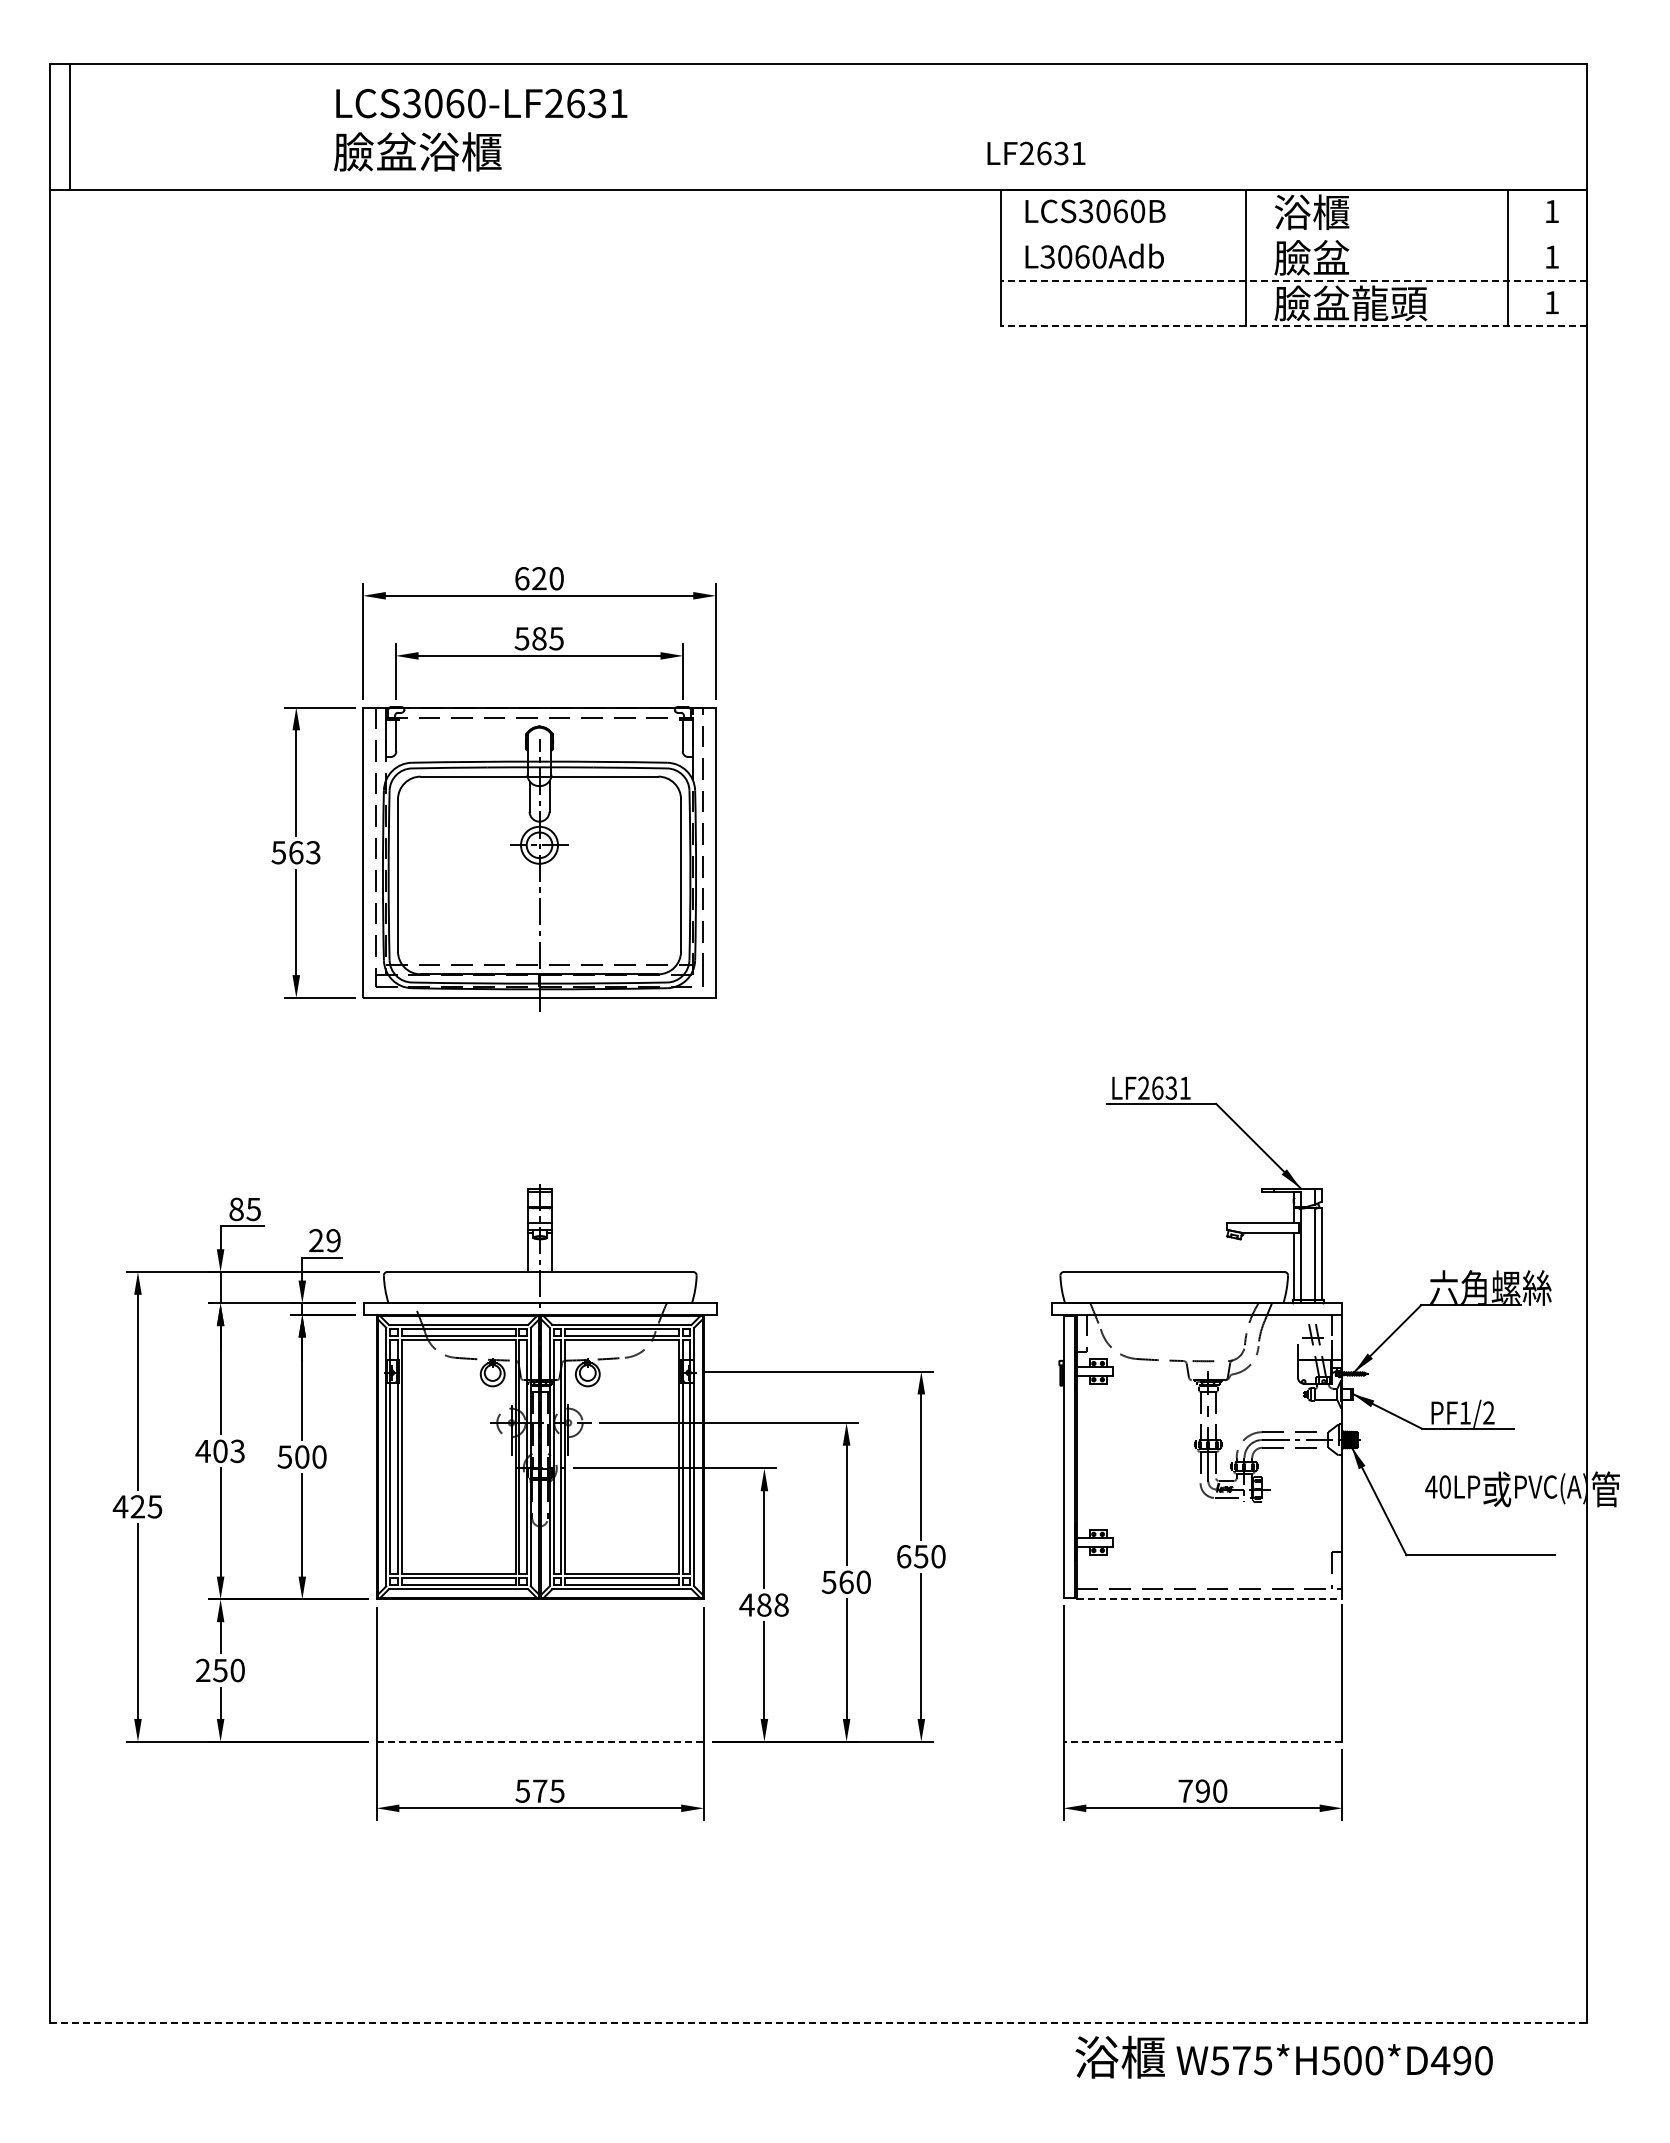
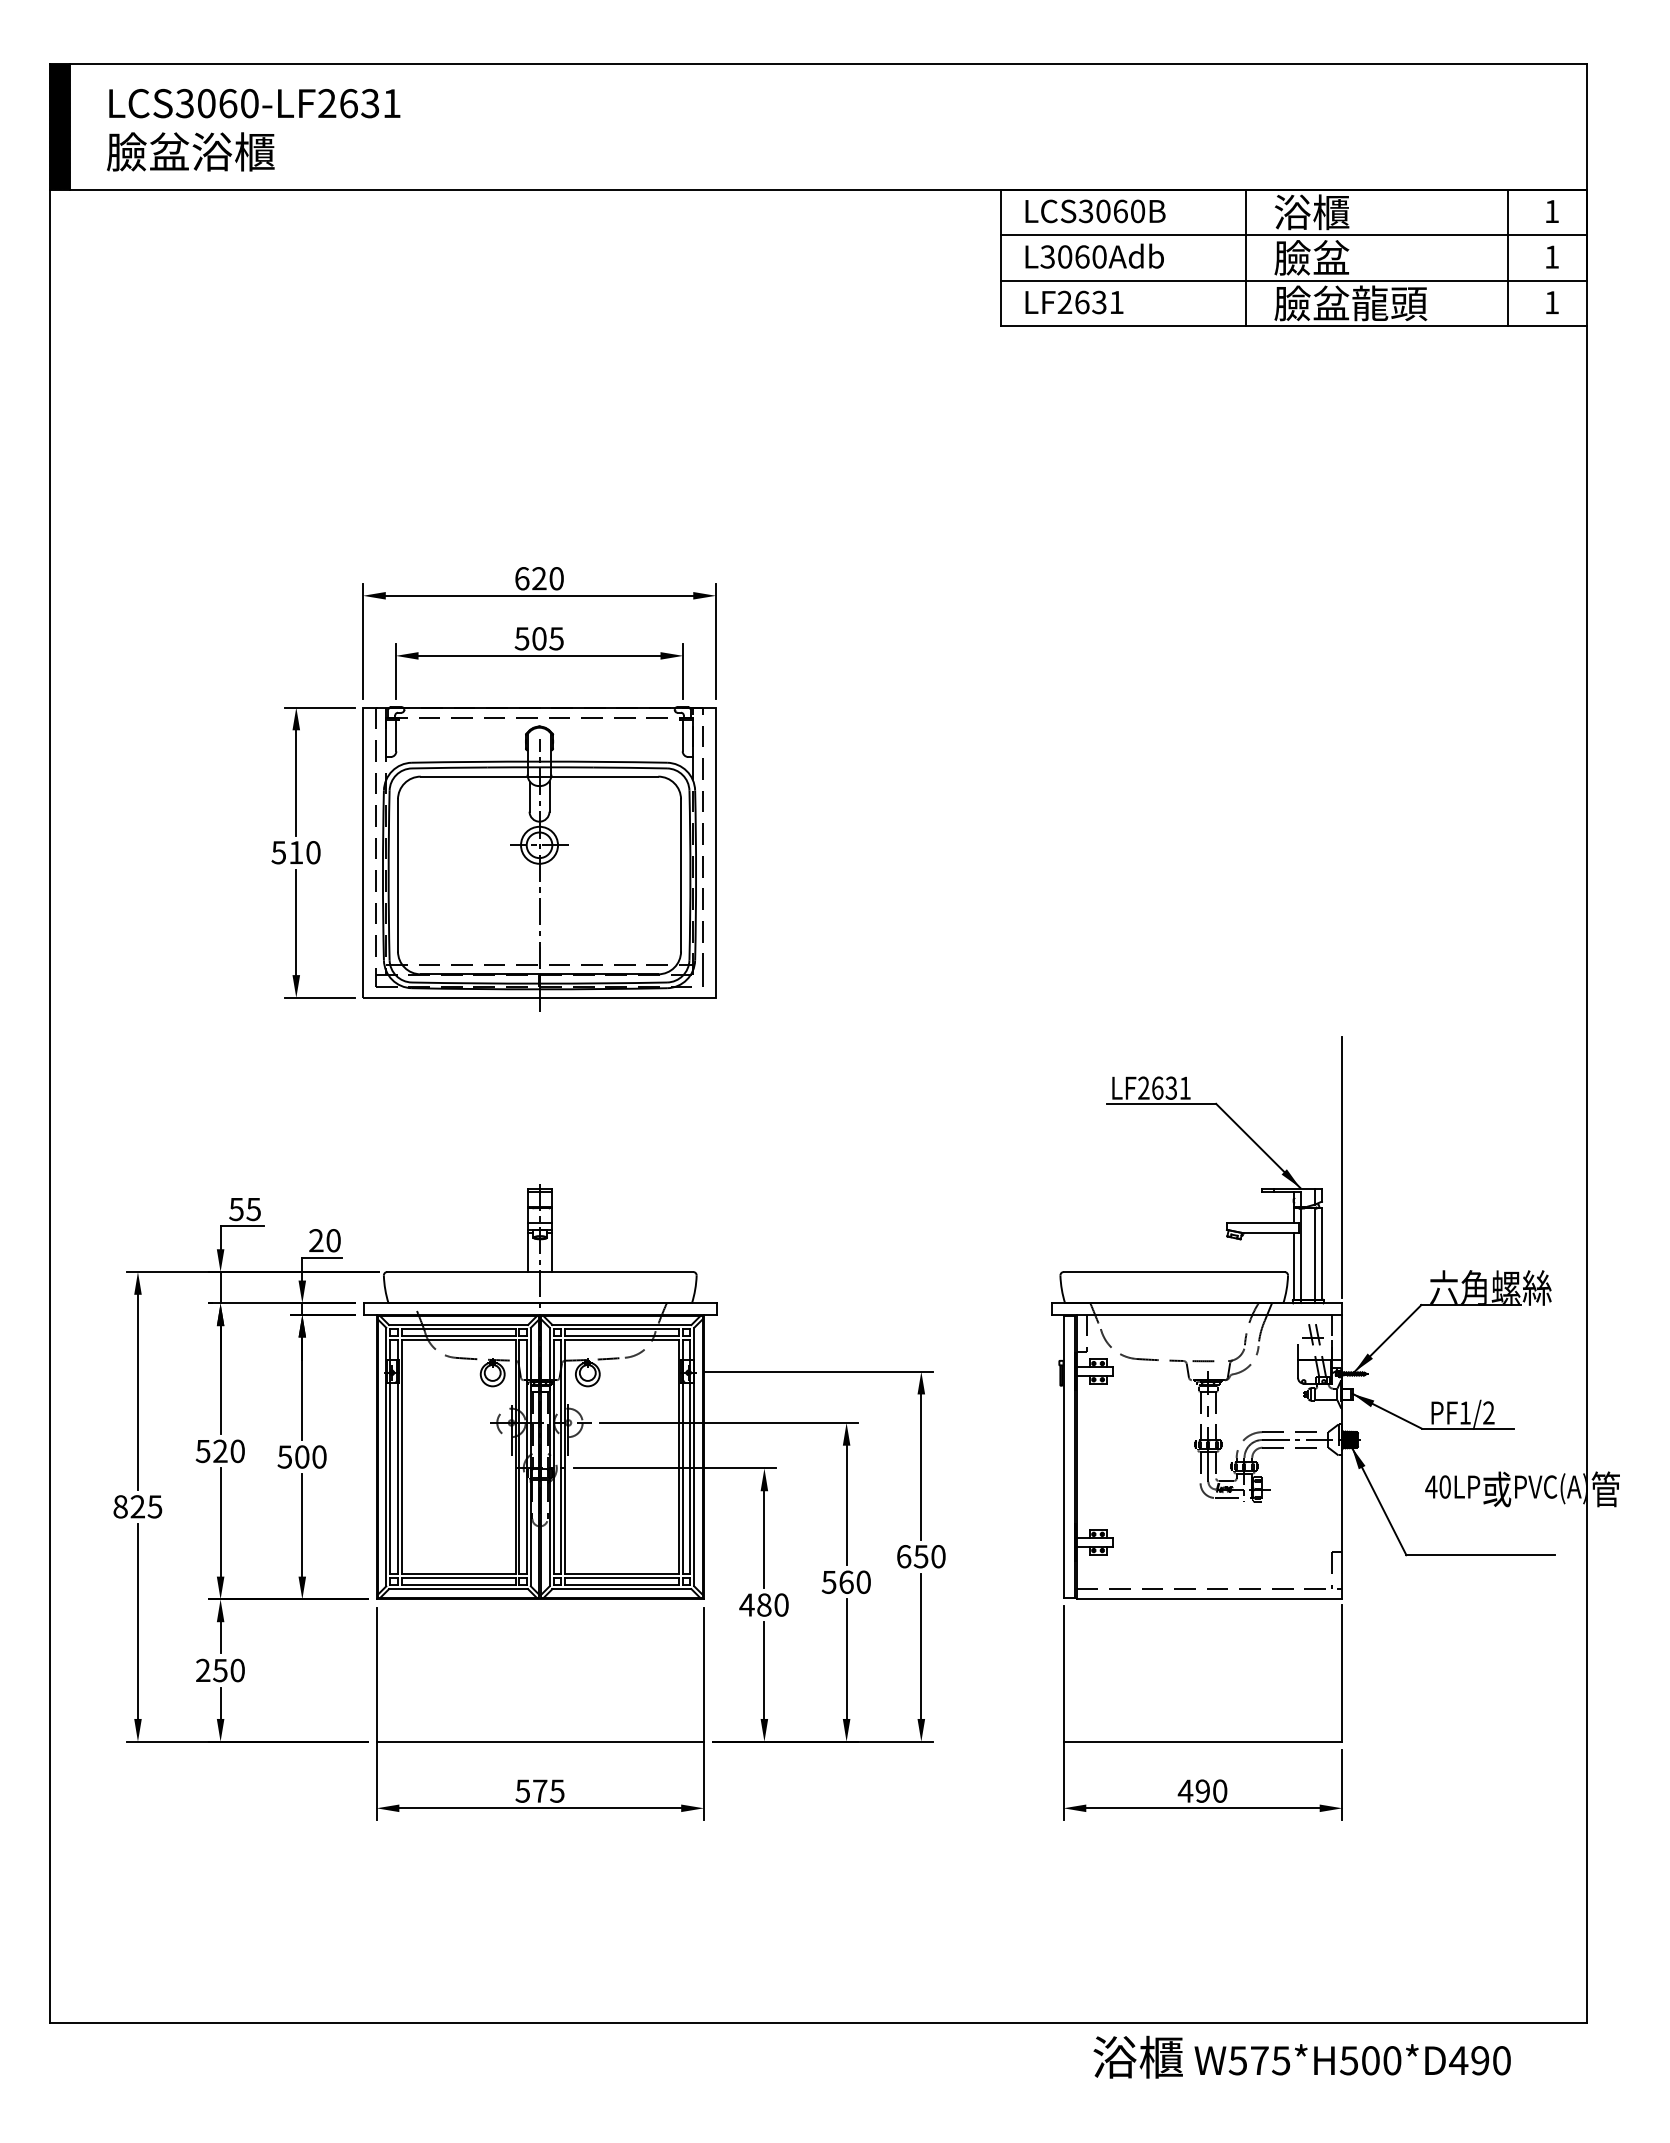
hatch at (59, 126): none -> present
text at (480, 130) position: (480, 130) -> (253, 130)
text at (1036, 153) position: (1036, 153) -> (1074, 302)
line at (1293, 235): none -> present
line at (1293, 280): dashed -> solid
line at (1293, 326): dashed -> solid
text at (539, 638): 585 -> 505
text at (304, 852): 563 -> 510
line at (1342, 1167): none -> present
text at (236, 1208): 85 -> 55
text at (333, 1240): 29 -> 20
text at (219, 1451): 403 -> 520
text at (120, 1506): 425 -> 825
line at (1209, 1599): dashed -> solid
text at (781, 1604): 488 -> 480
line at (540, 1741): dashed -> solid
line at (1202, 1741): dashed -> solid
text at (1185, 1790): 790 -> 490
line at (818, 2022): dashed -> solid
text at (1283, 2056) position: (1283, 2056) -> (1301, 2056)
